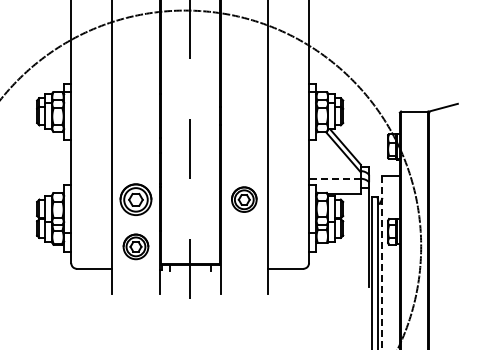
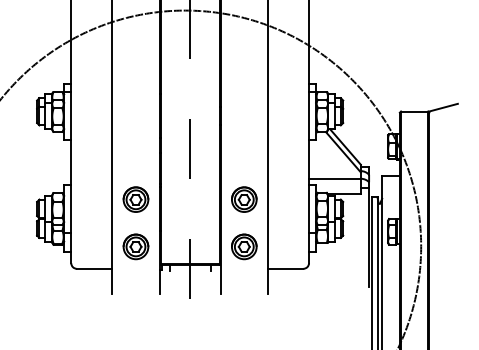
line at (334, 178): dashed -> solid
part at (135, 199) size: 34x33 px -> 28x27 px
part at (244, 246): none -> present
line at (382, 263): dashed -> solid
